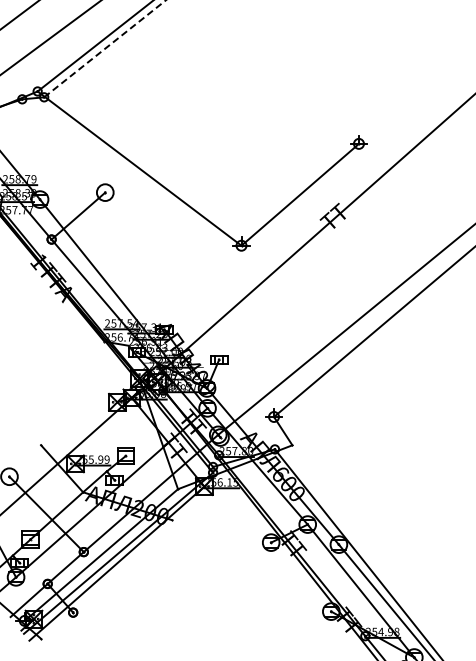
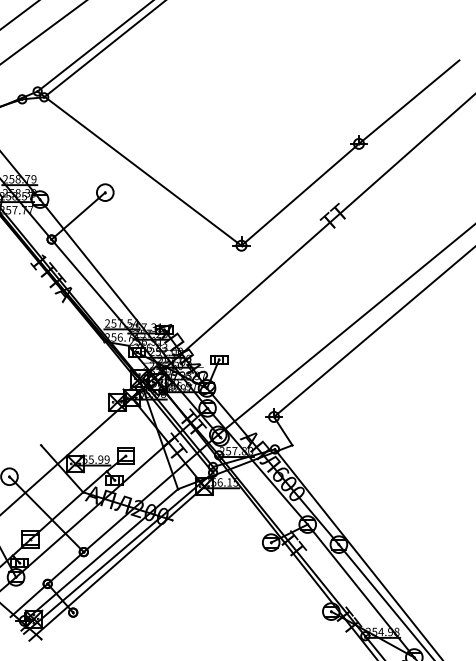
line at (50, 37) position: (50, 37) -> (43, 32)
line at (105, 48): dashed -> solid
line at (408, 101): none -> present
